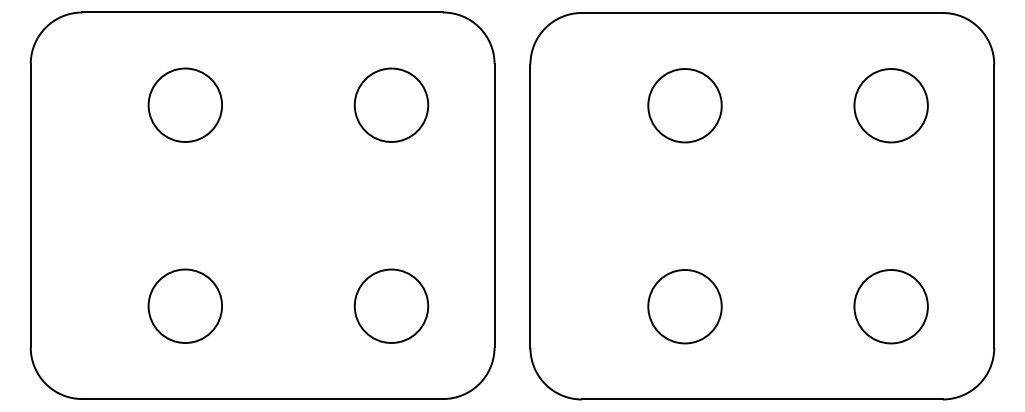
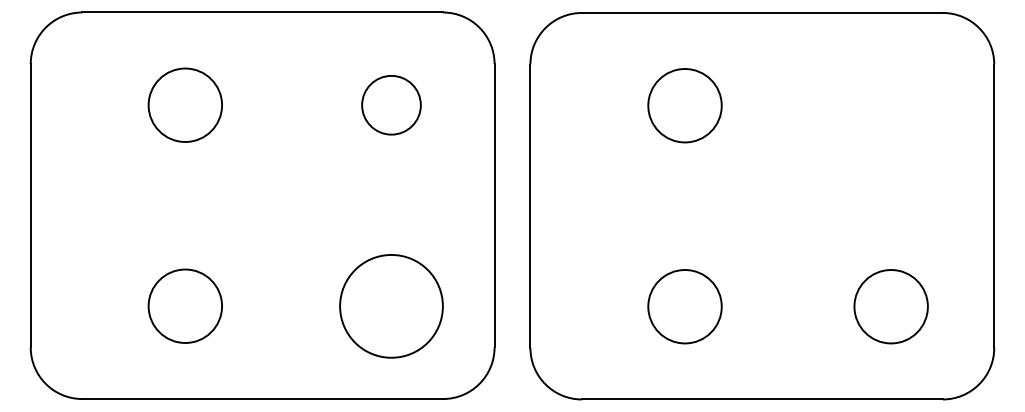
circle at (391, 104) diameter: 73 px -> 59 px
circle at (890, 105): present -> none
circle at (391, 305) size: 77x76 px -> 105x105 px
